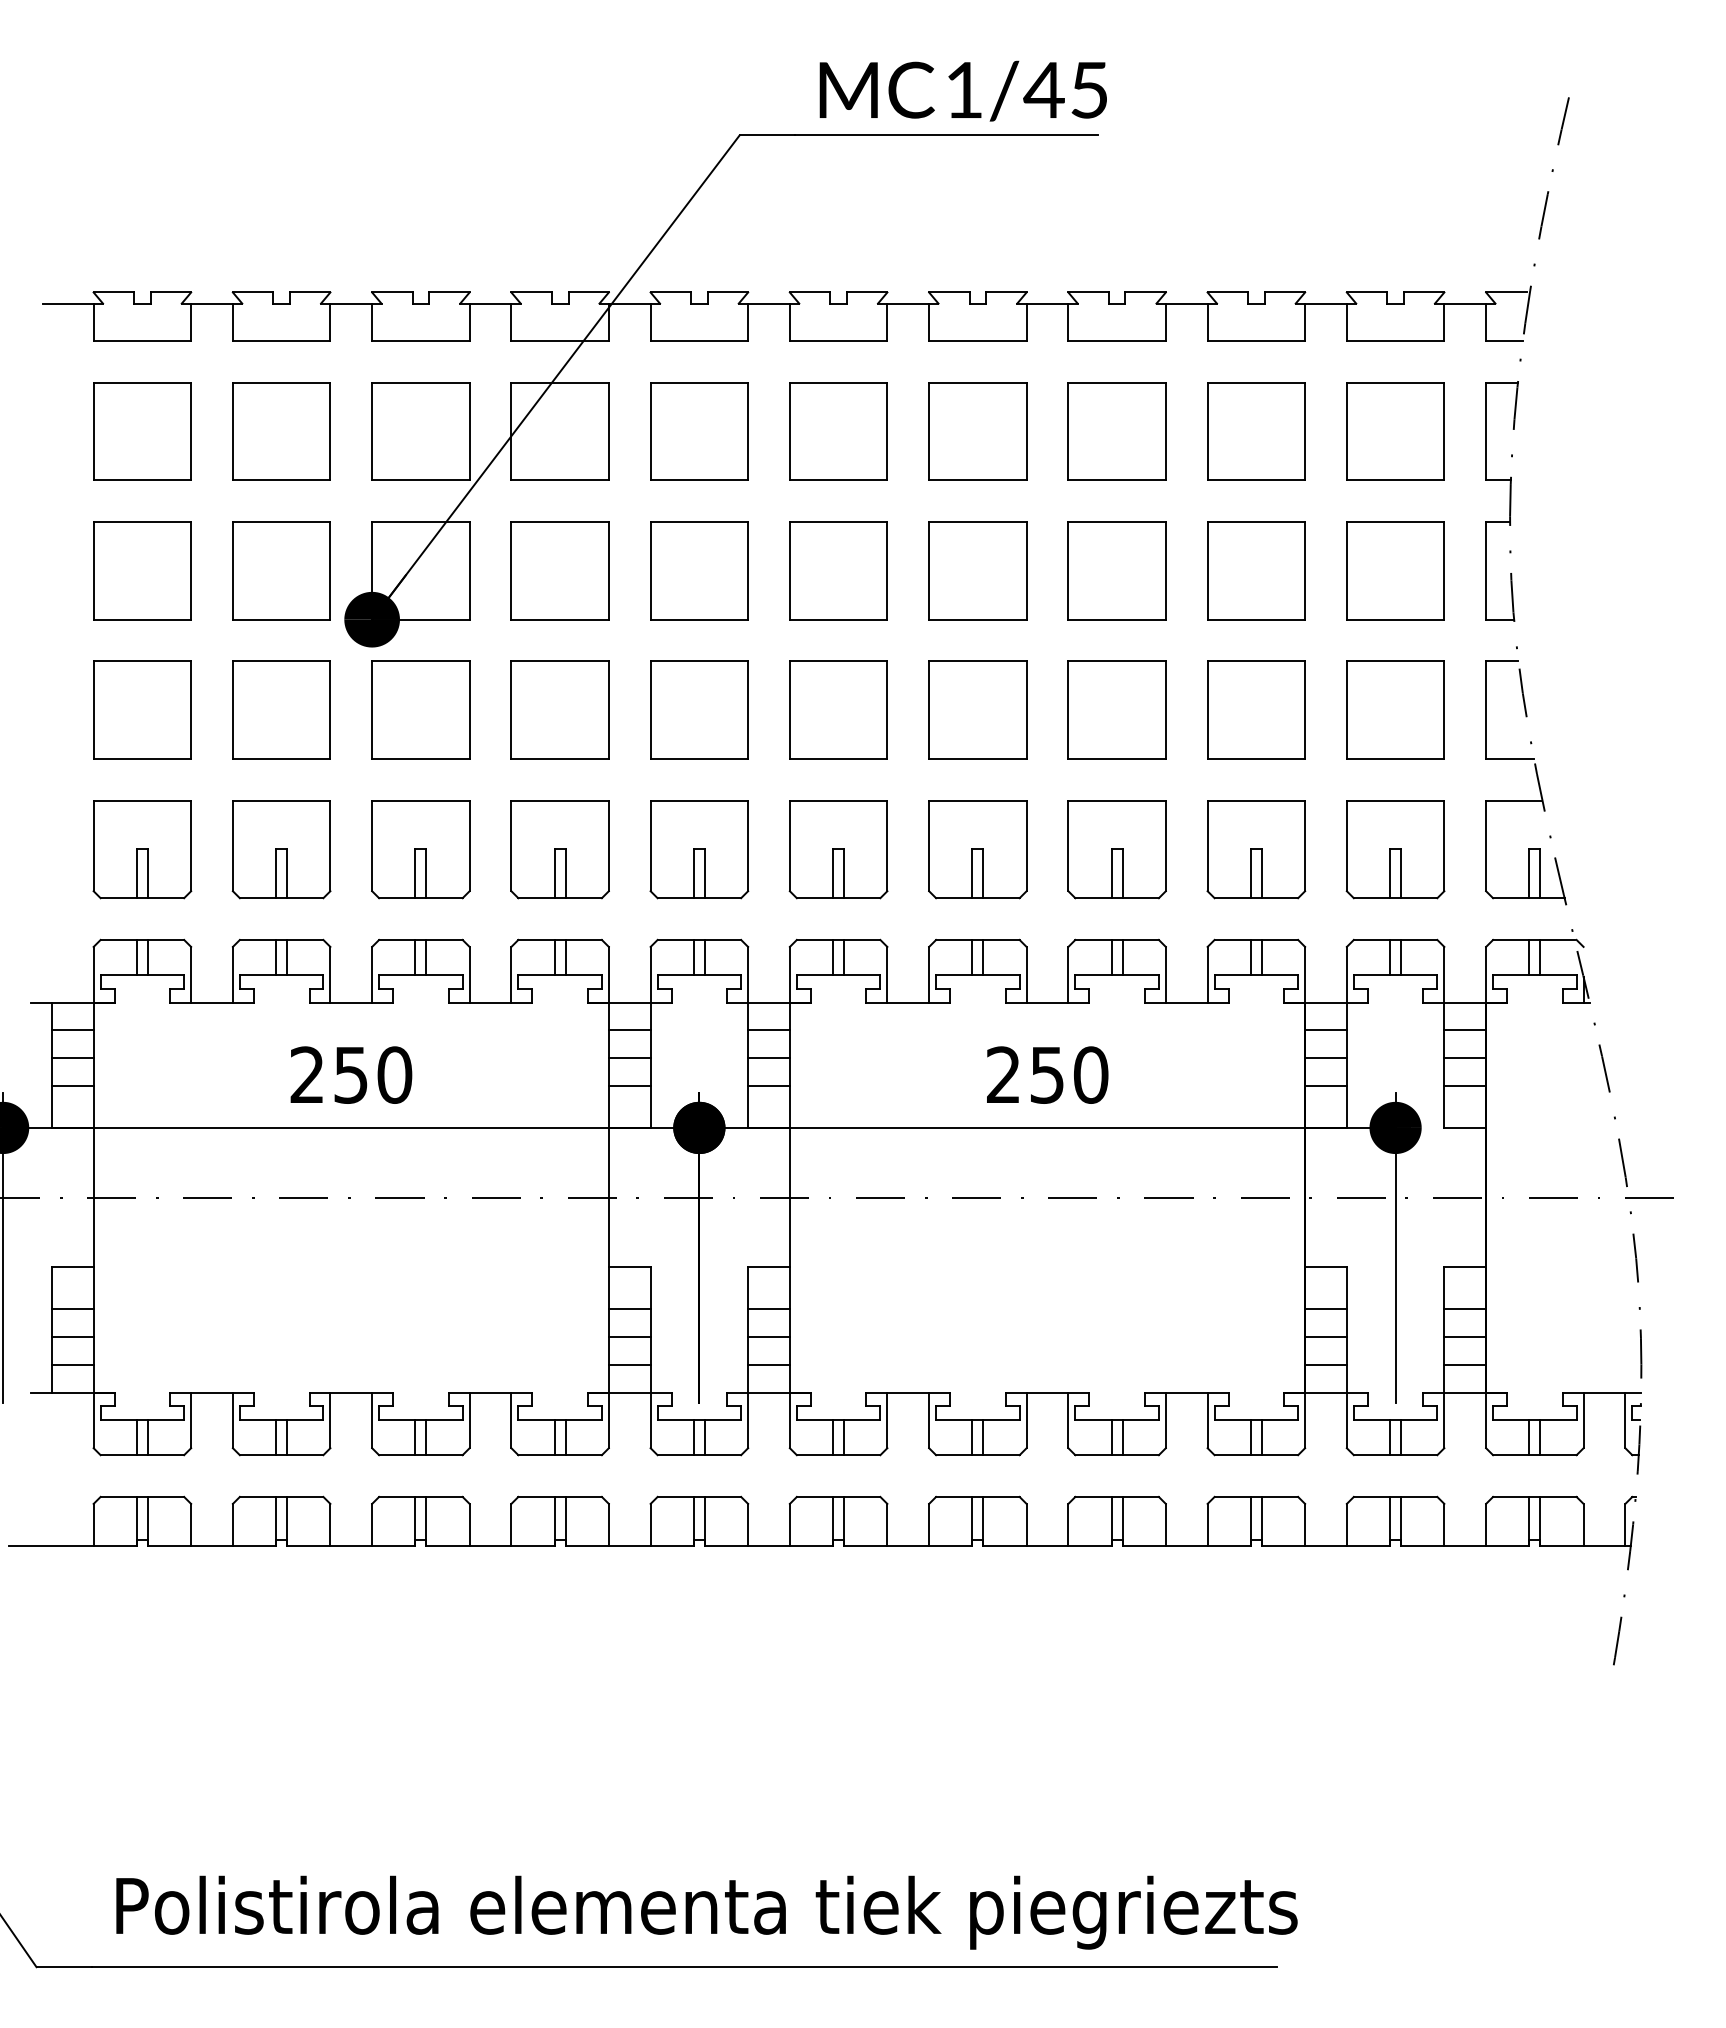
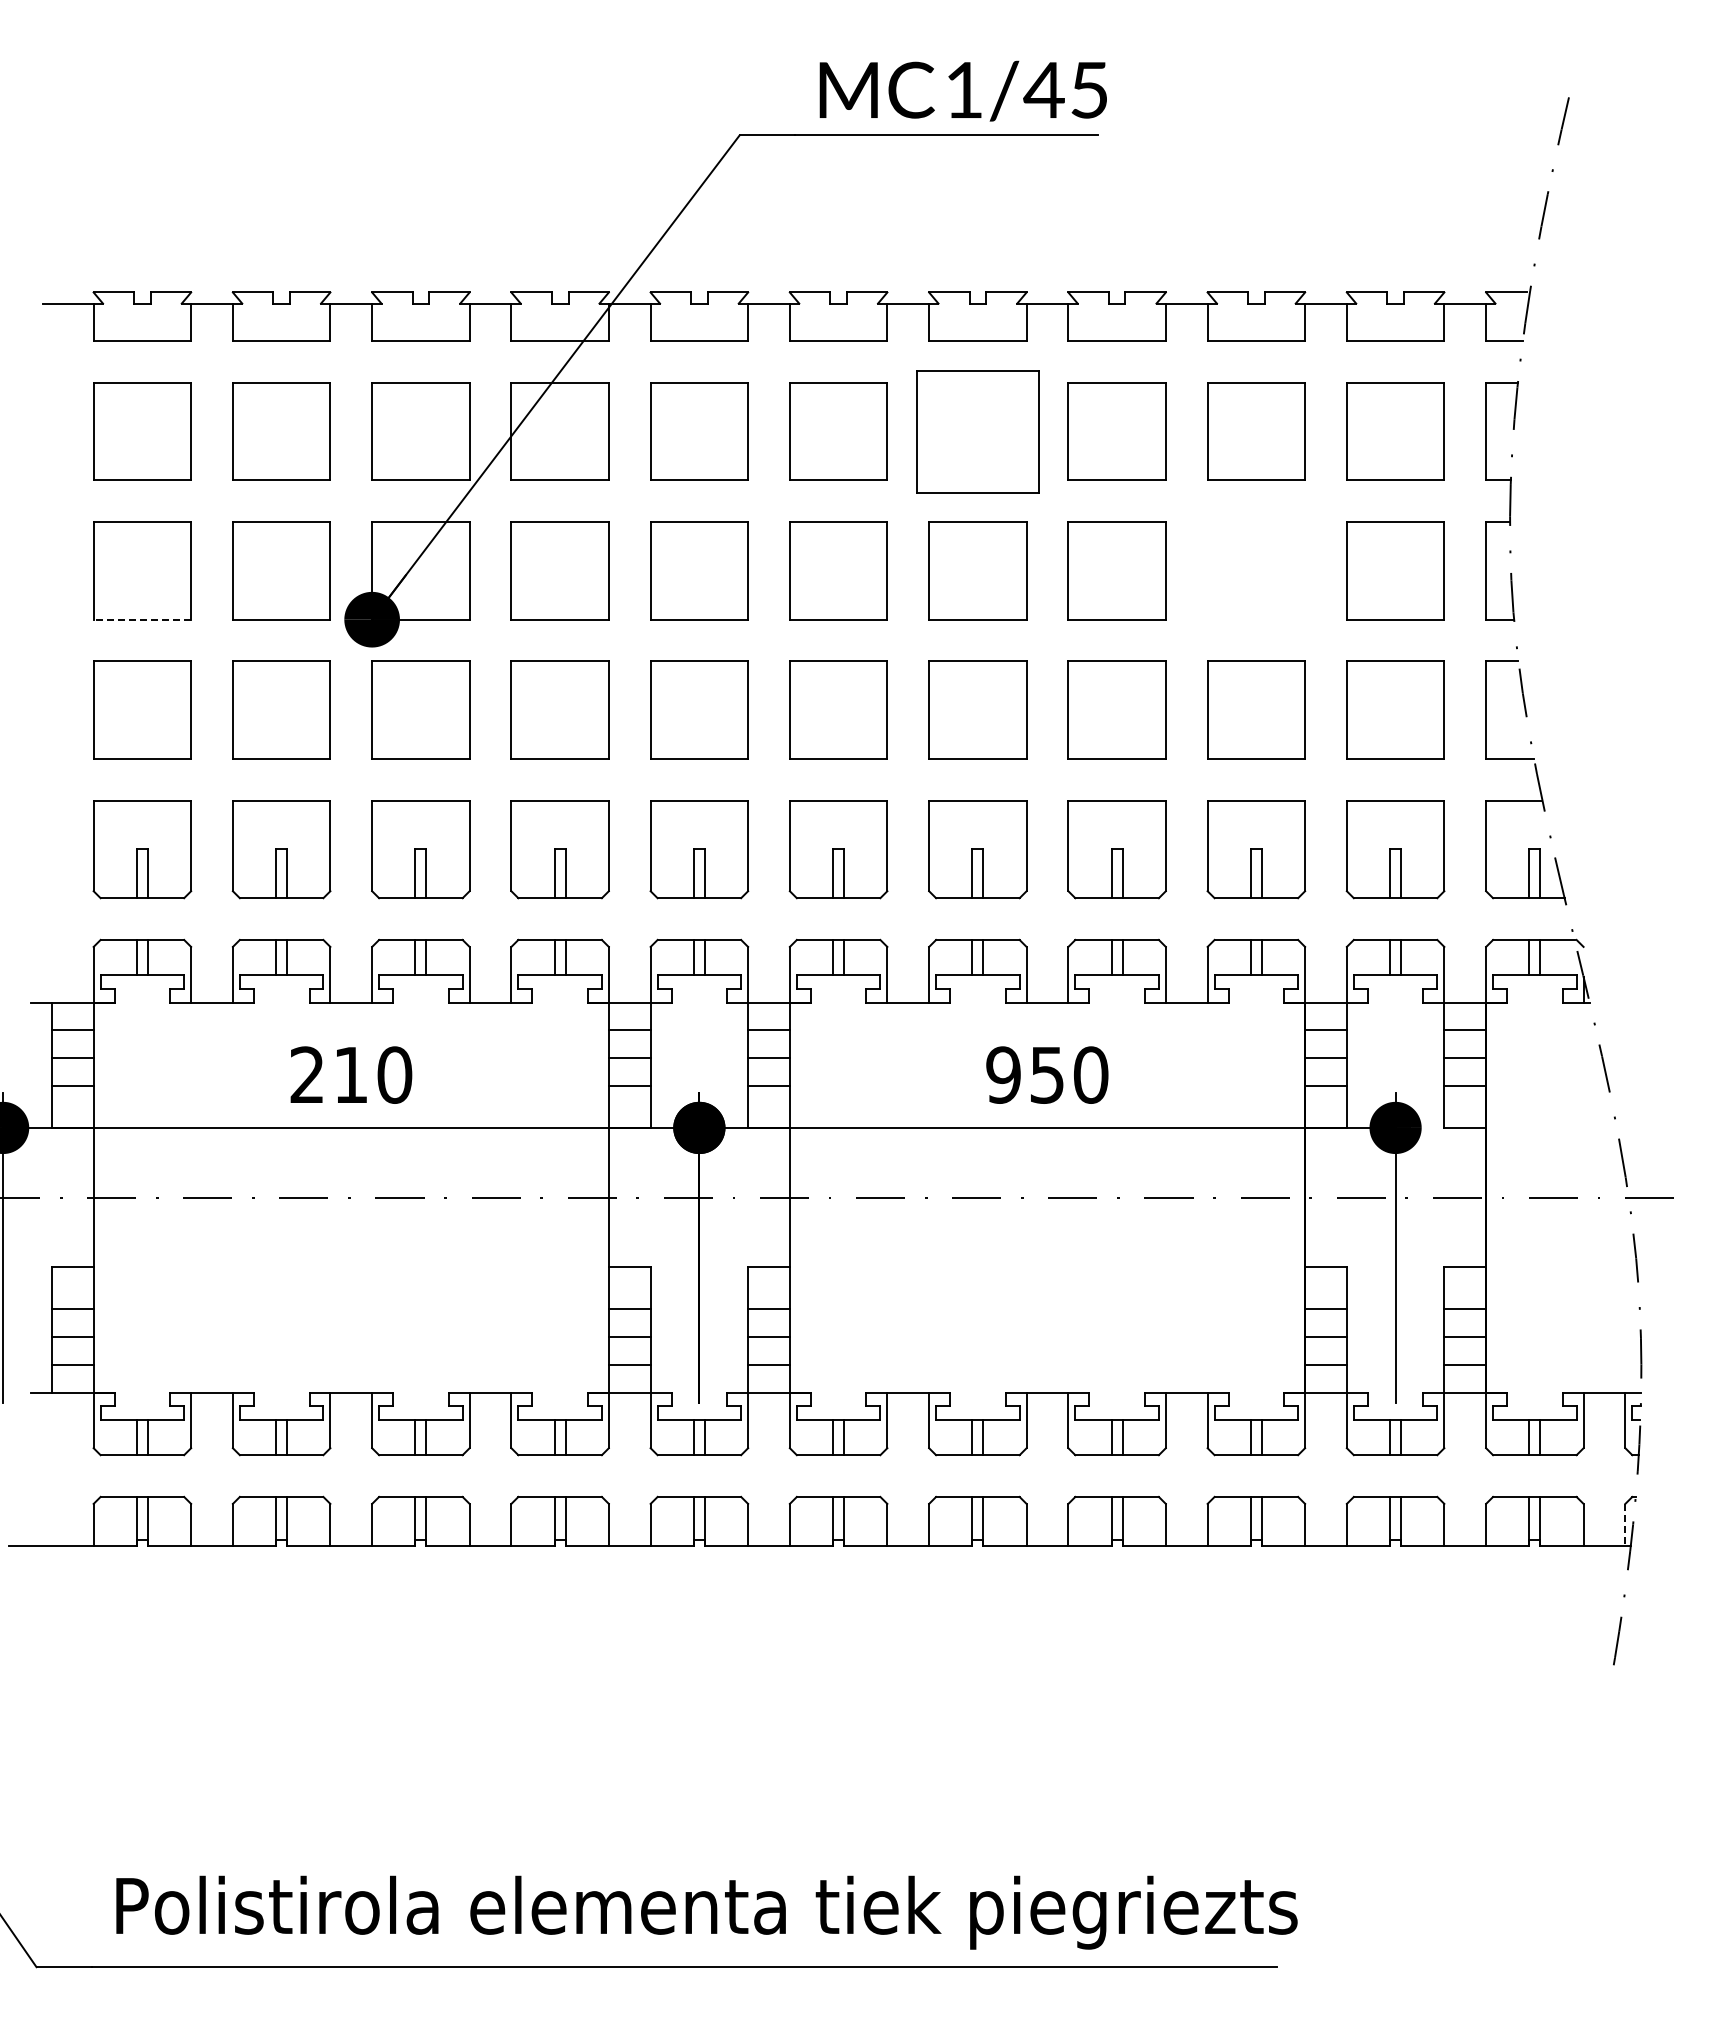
part at (977, 431) size: 100x99 px -> 124x124 px
part at (1256, 570): present -> none
line at (142, 619): solid -> dashed
text at (1003, 1074): 250 -> 950
text at (350, 1075): 250 -> 210
line at (1625, 1524): solid -> dashed
